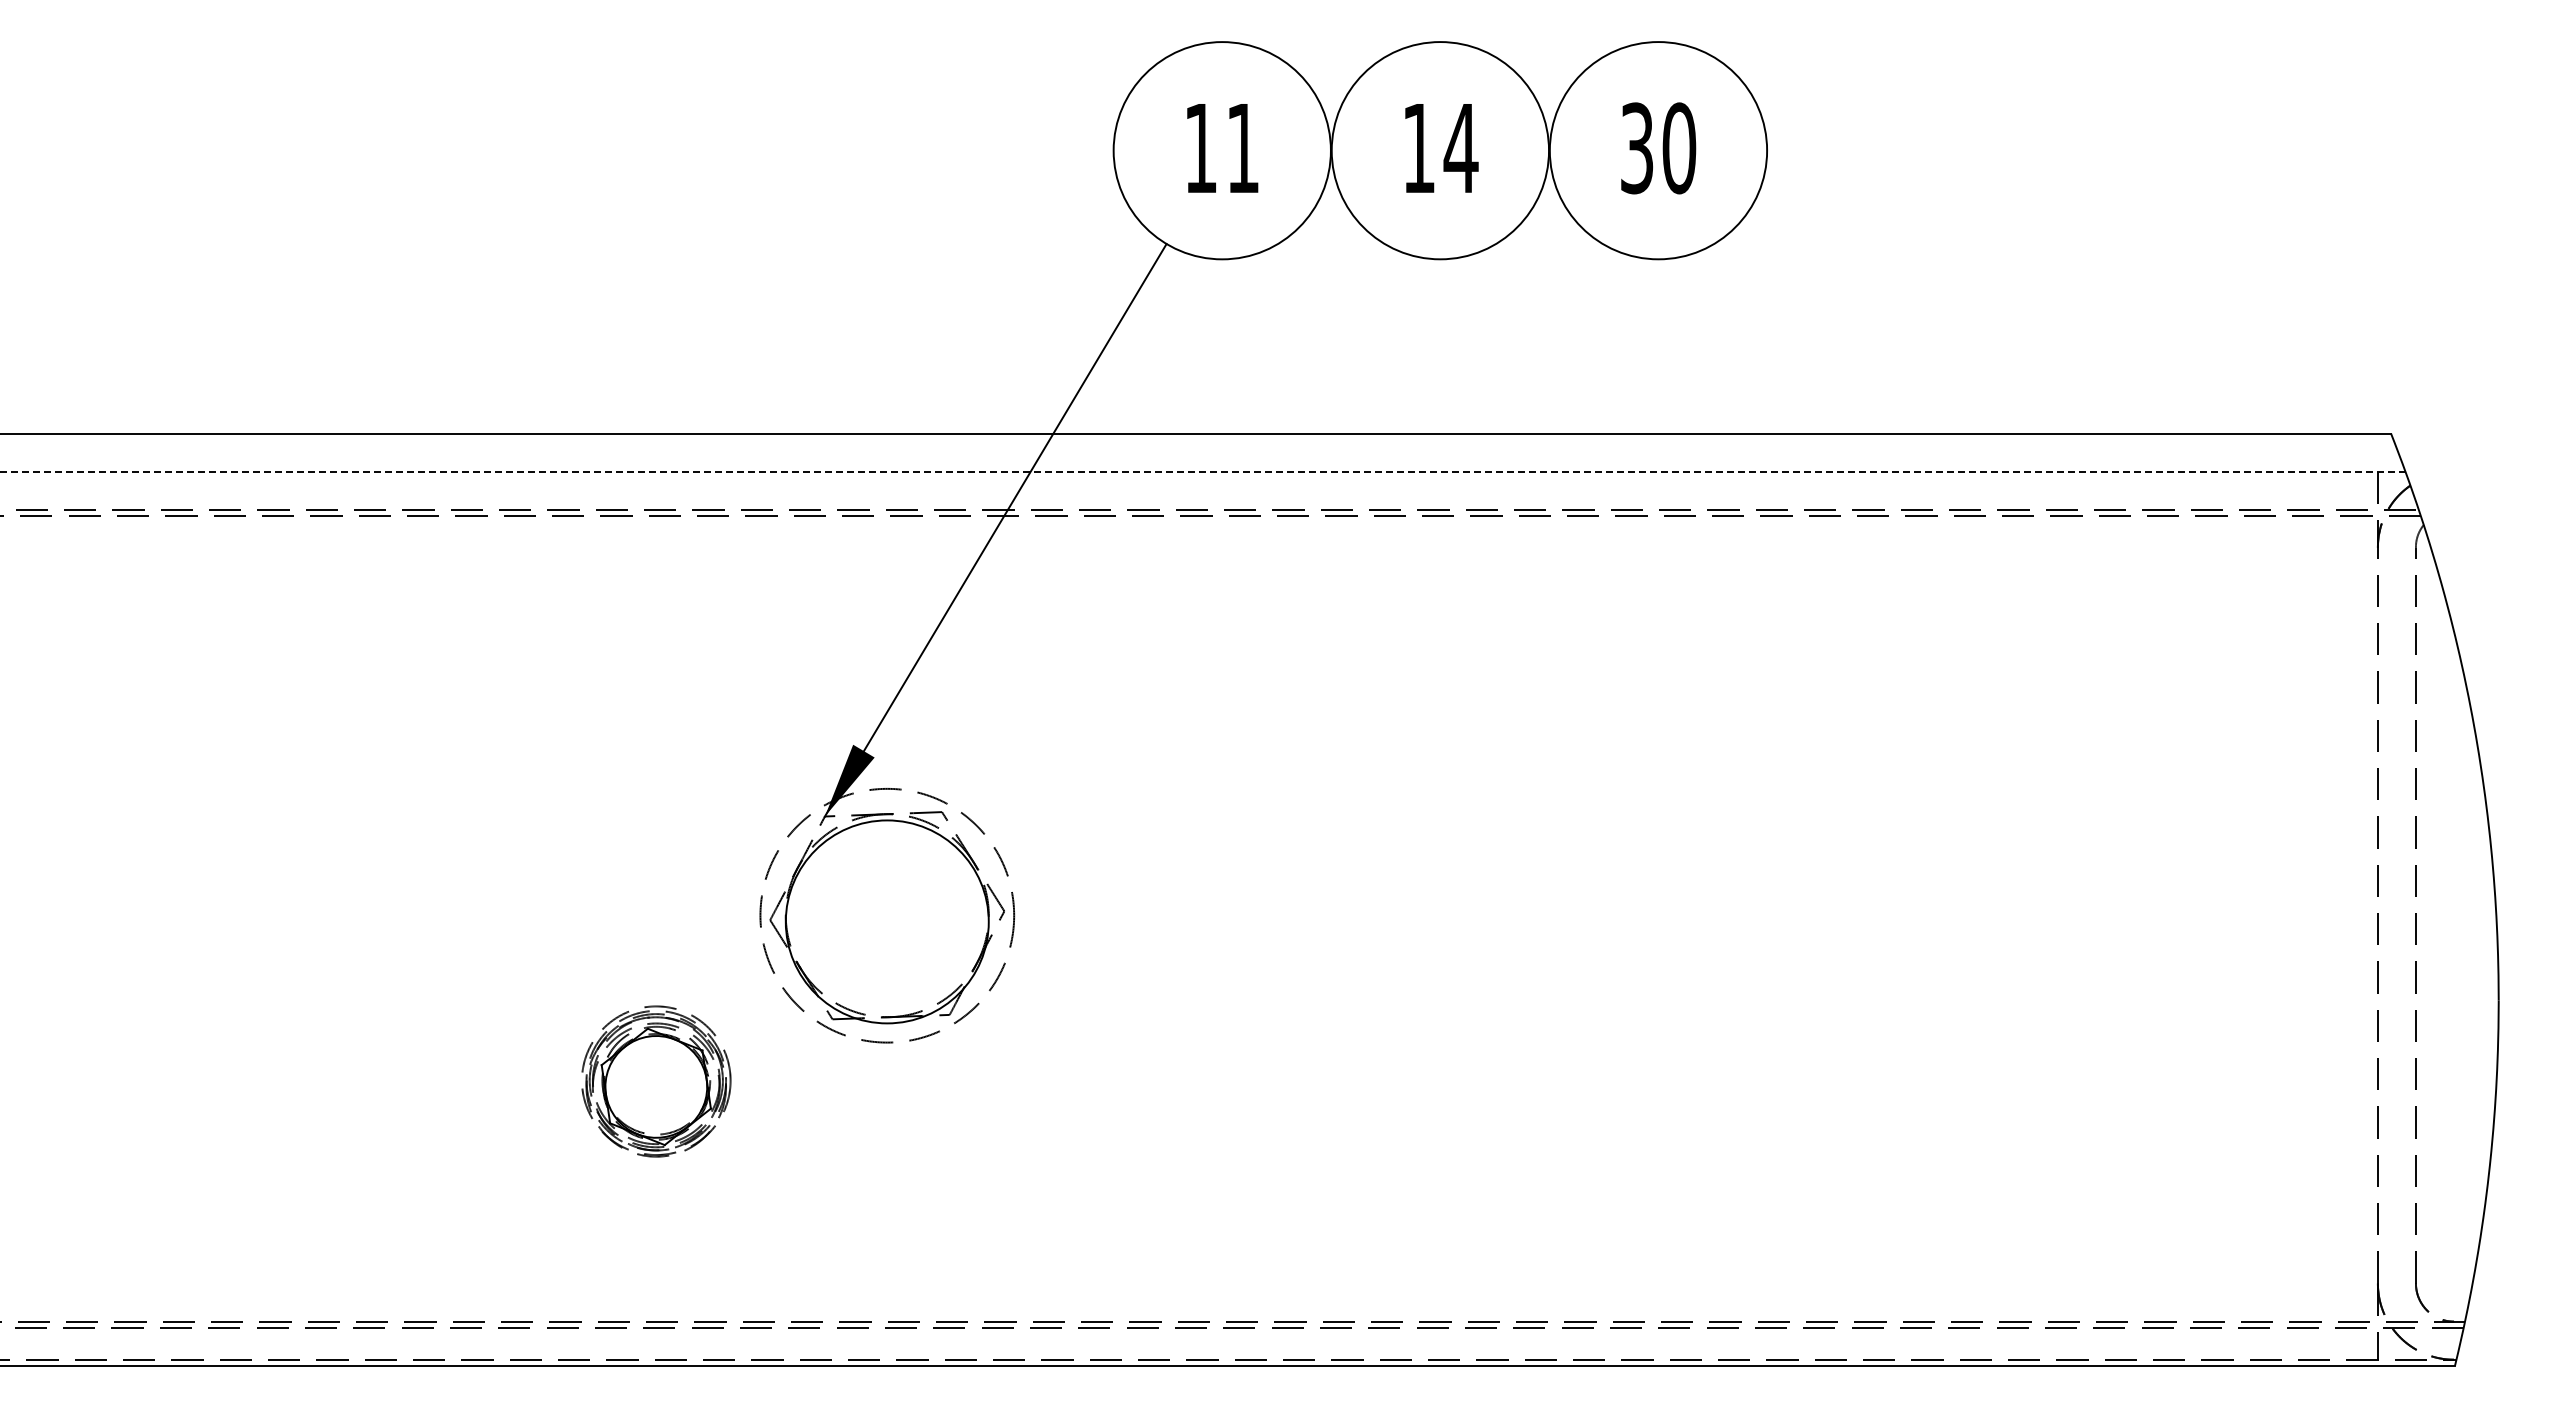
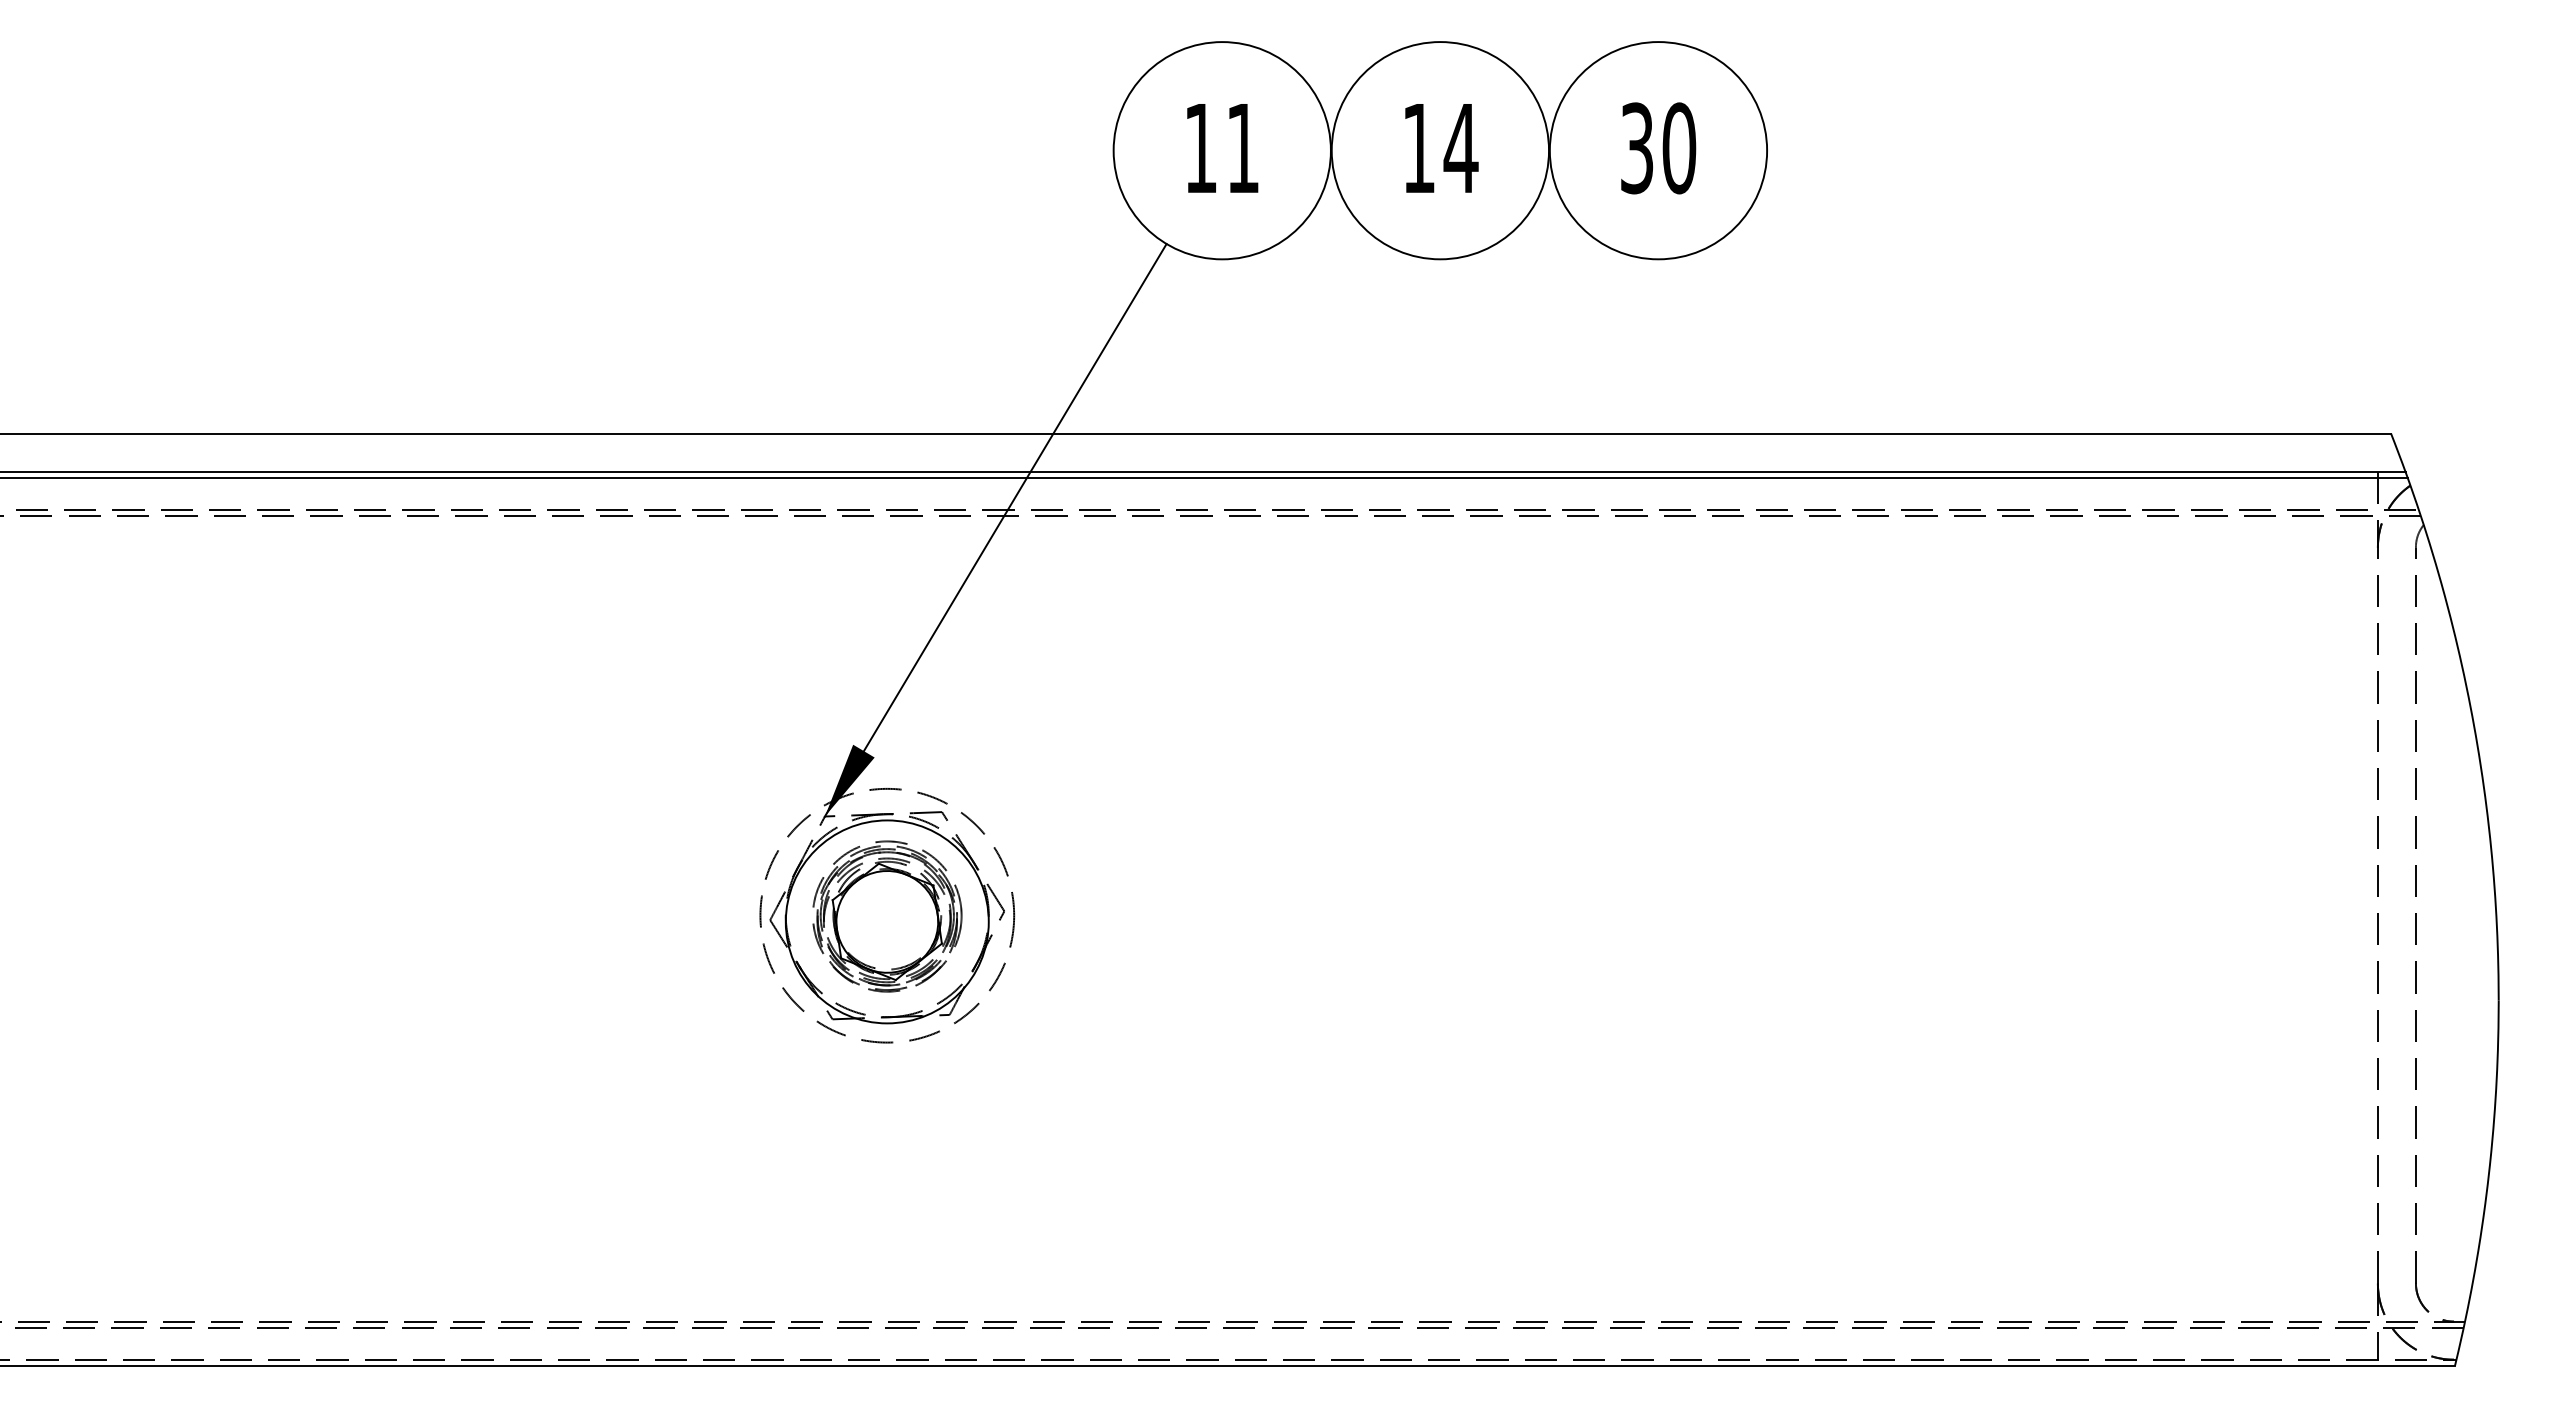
line at (1202, 471): dashed -> solid
line at (1204, 477): none -> present
part at (656, 1081) position: (656, 1081) -> (887, 916)
